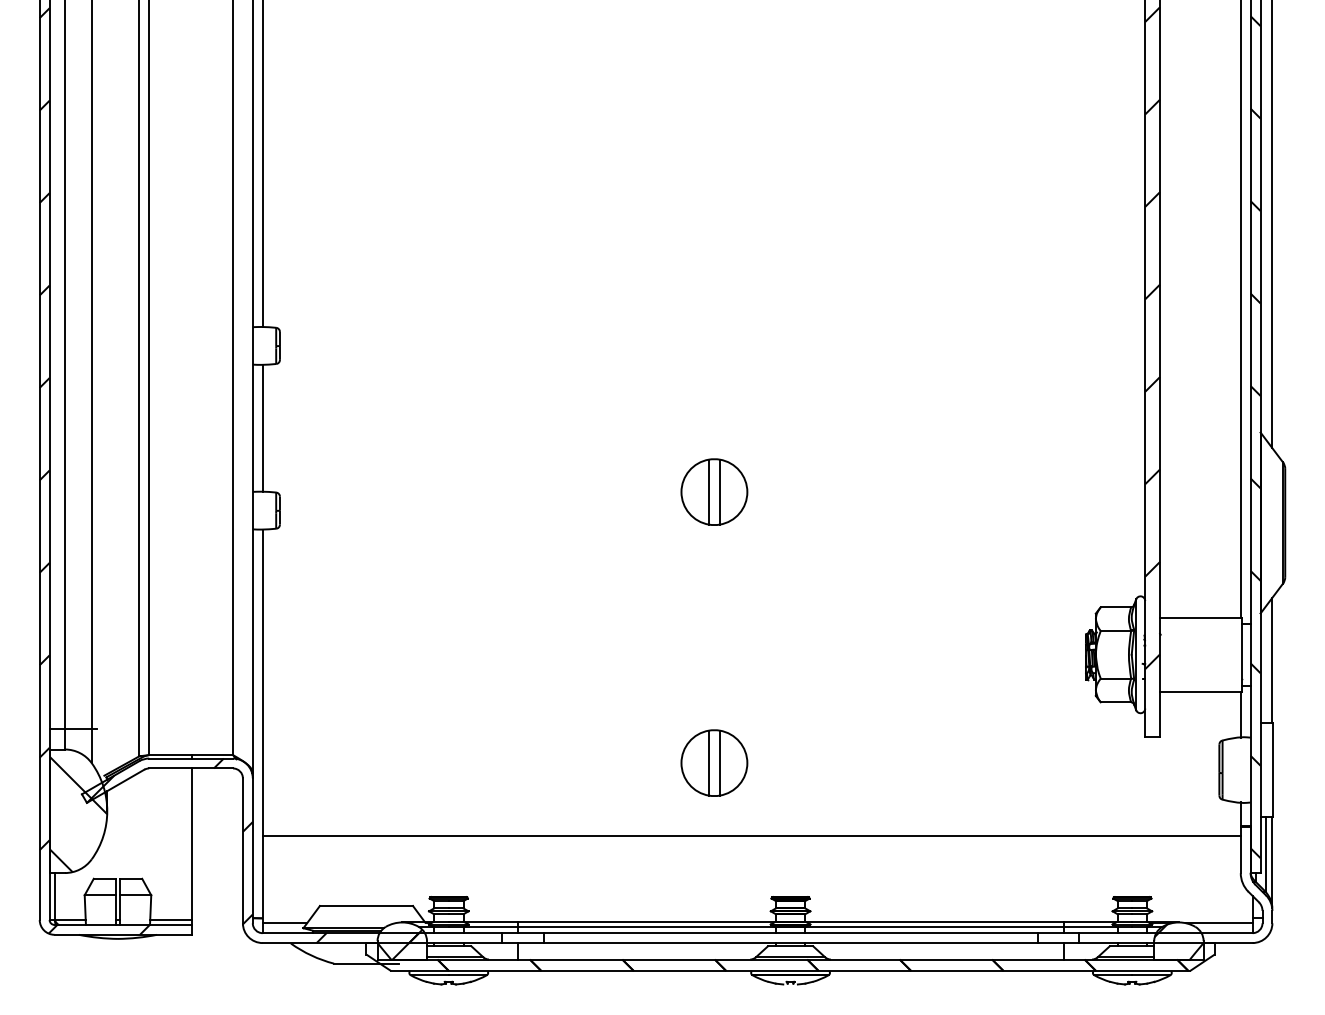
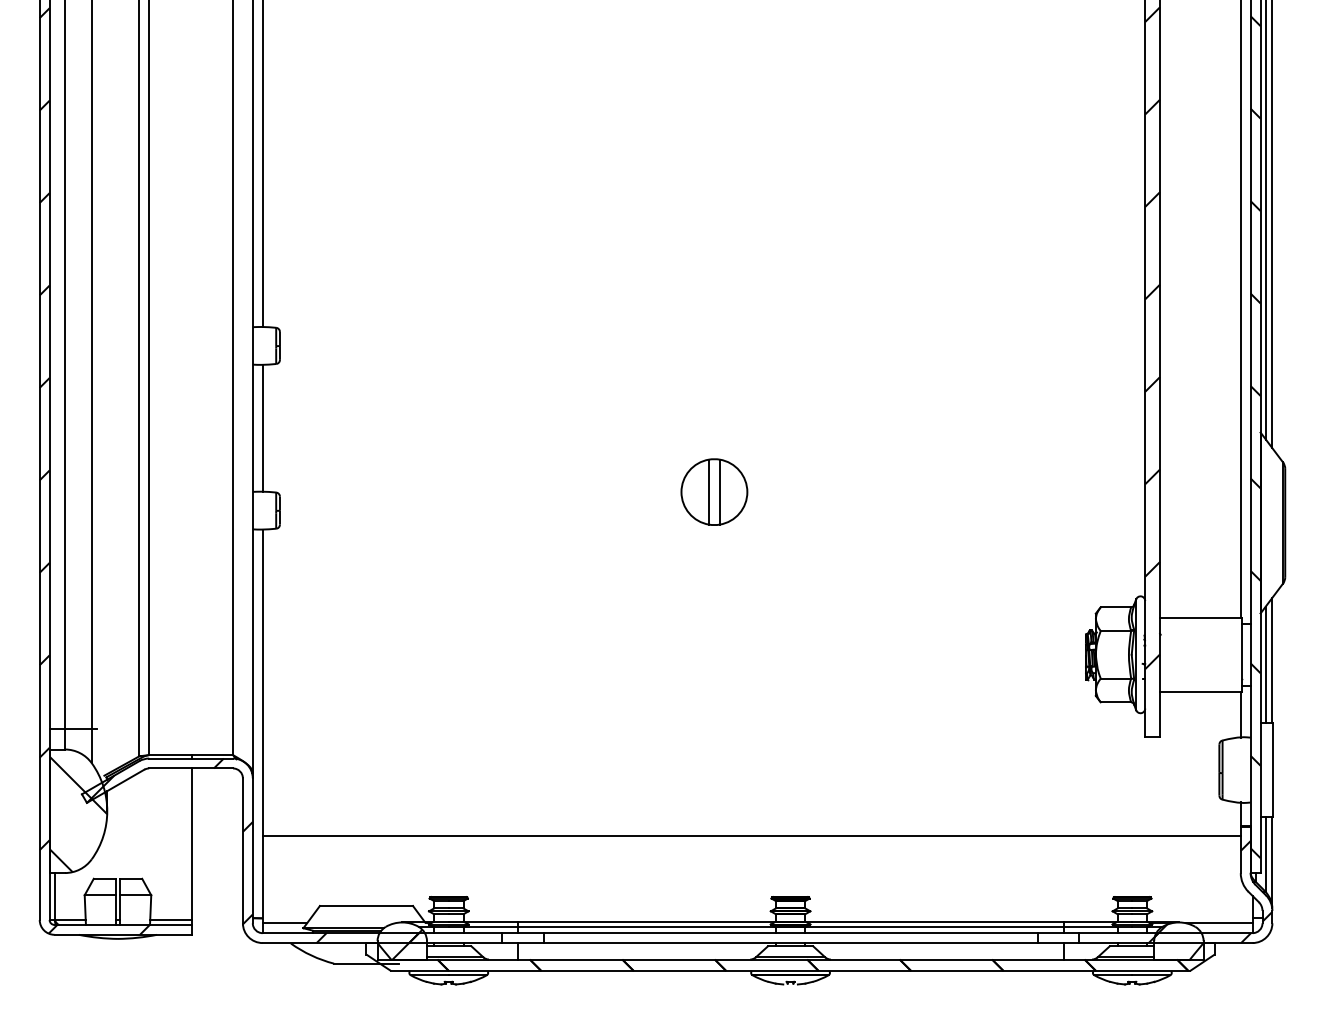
line at (1265, 220): none -> present
line at (1265, 664): none -> present
part at (714, 762): present -> none
hatch at (1210, 892): none -> present
